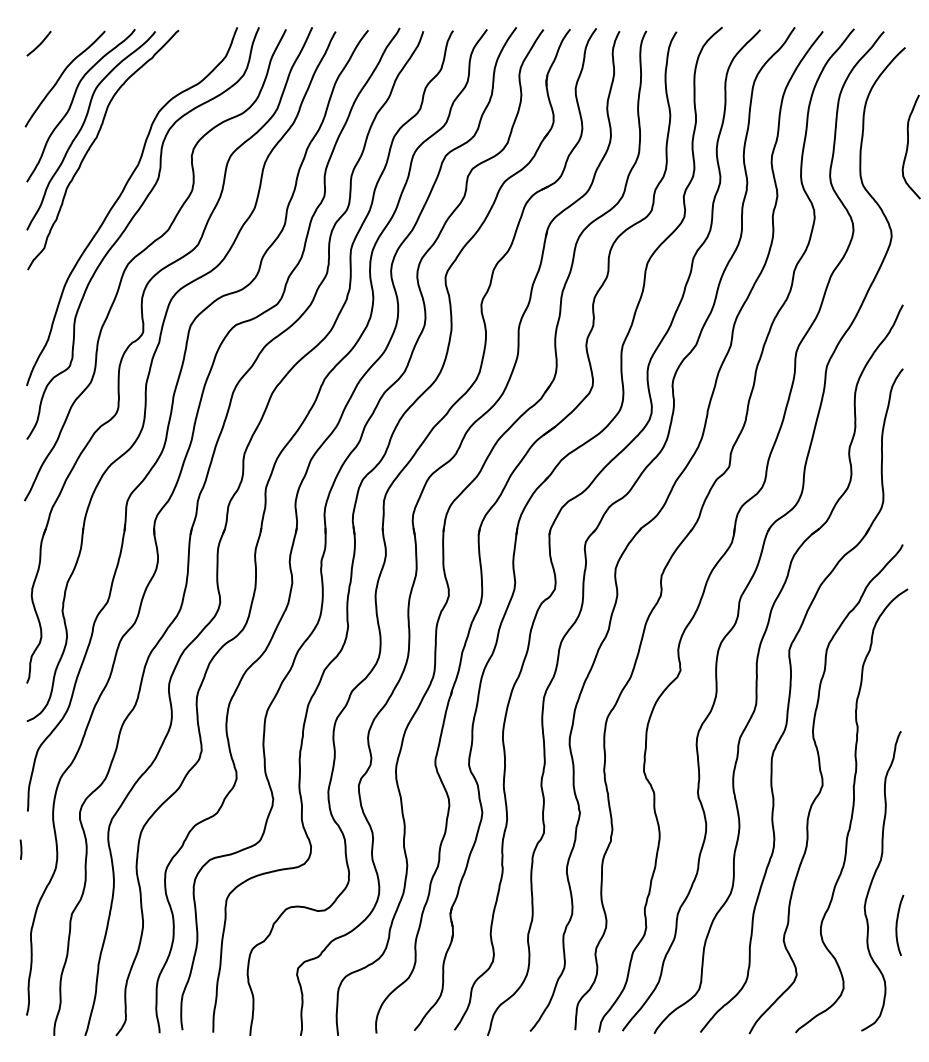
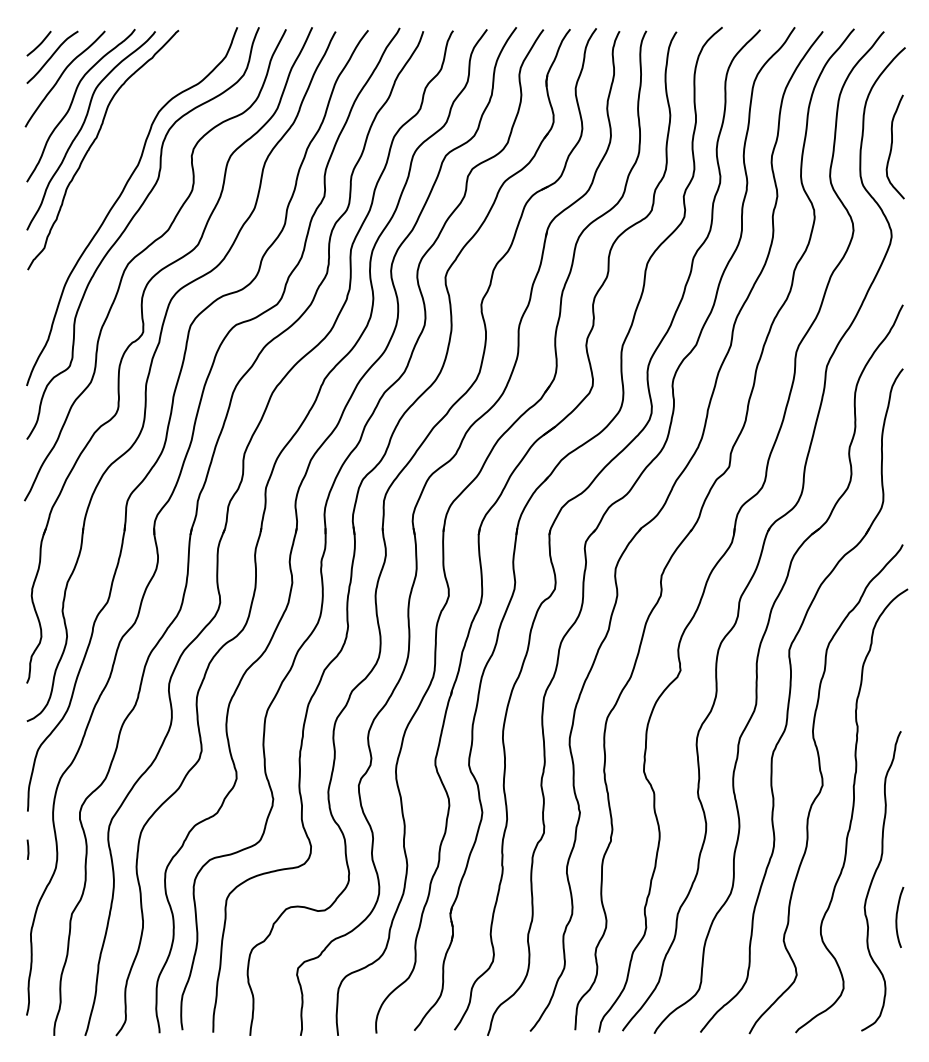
curve at (52, 56): none -> present
curve at (908, 146) position: (908, 146) -> (892, 146)
line at (20, 849) position: (20, 849) -> (27, 849)
curve at (897, 925) position: (897, 925) -> (897, 917)
